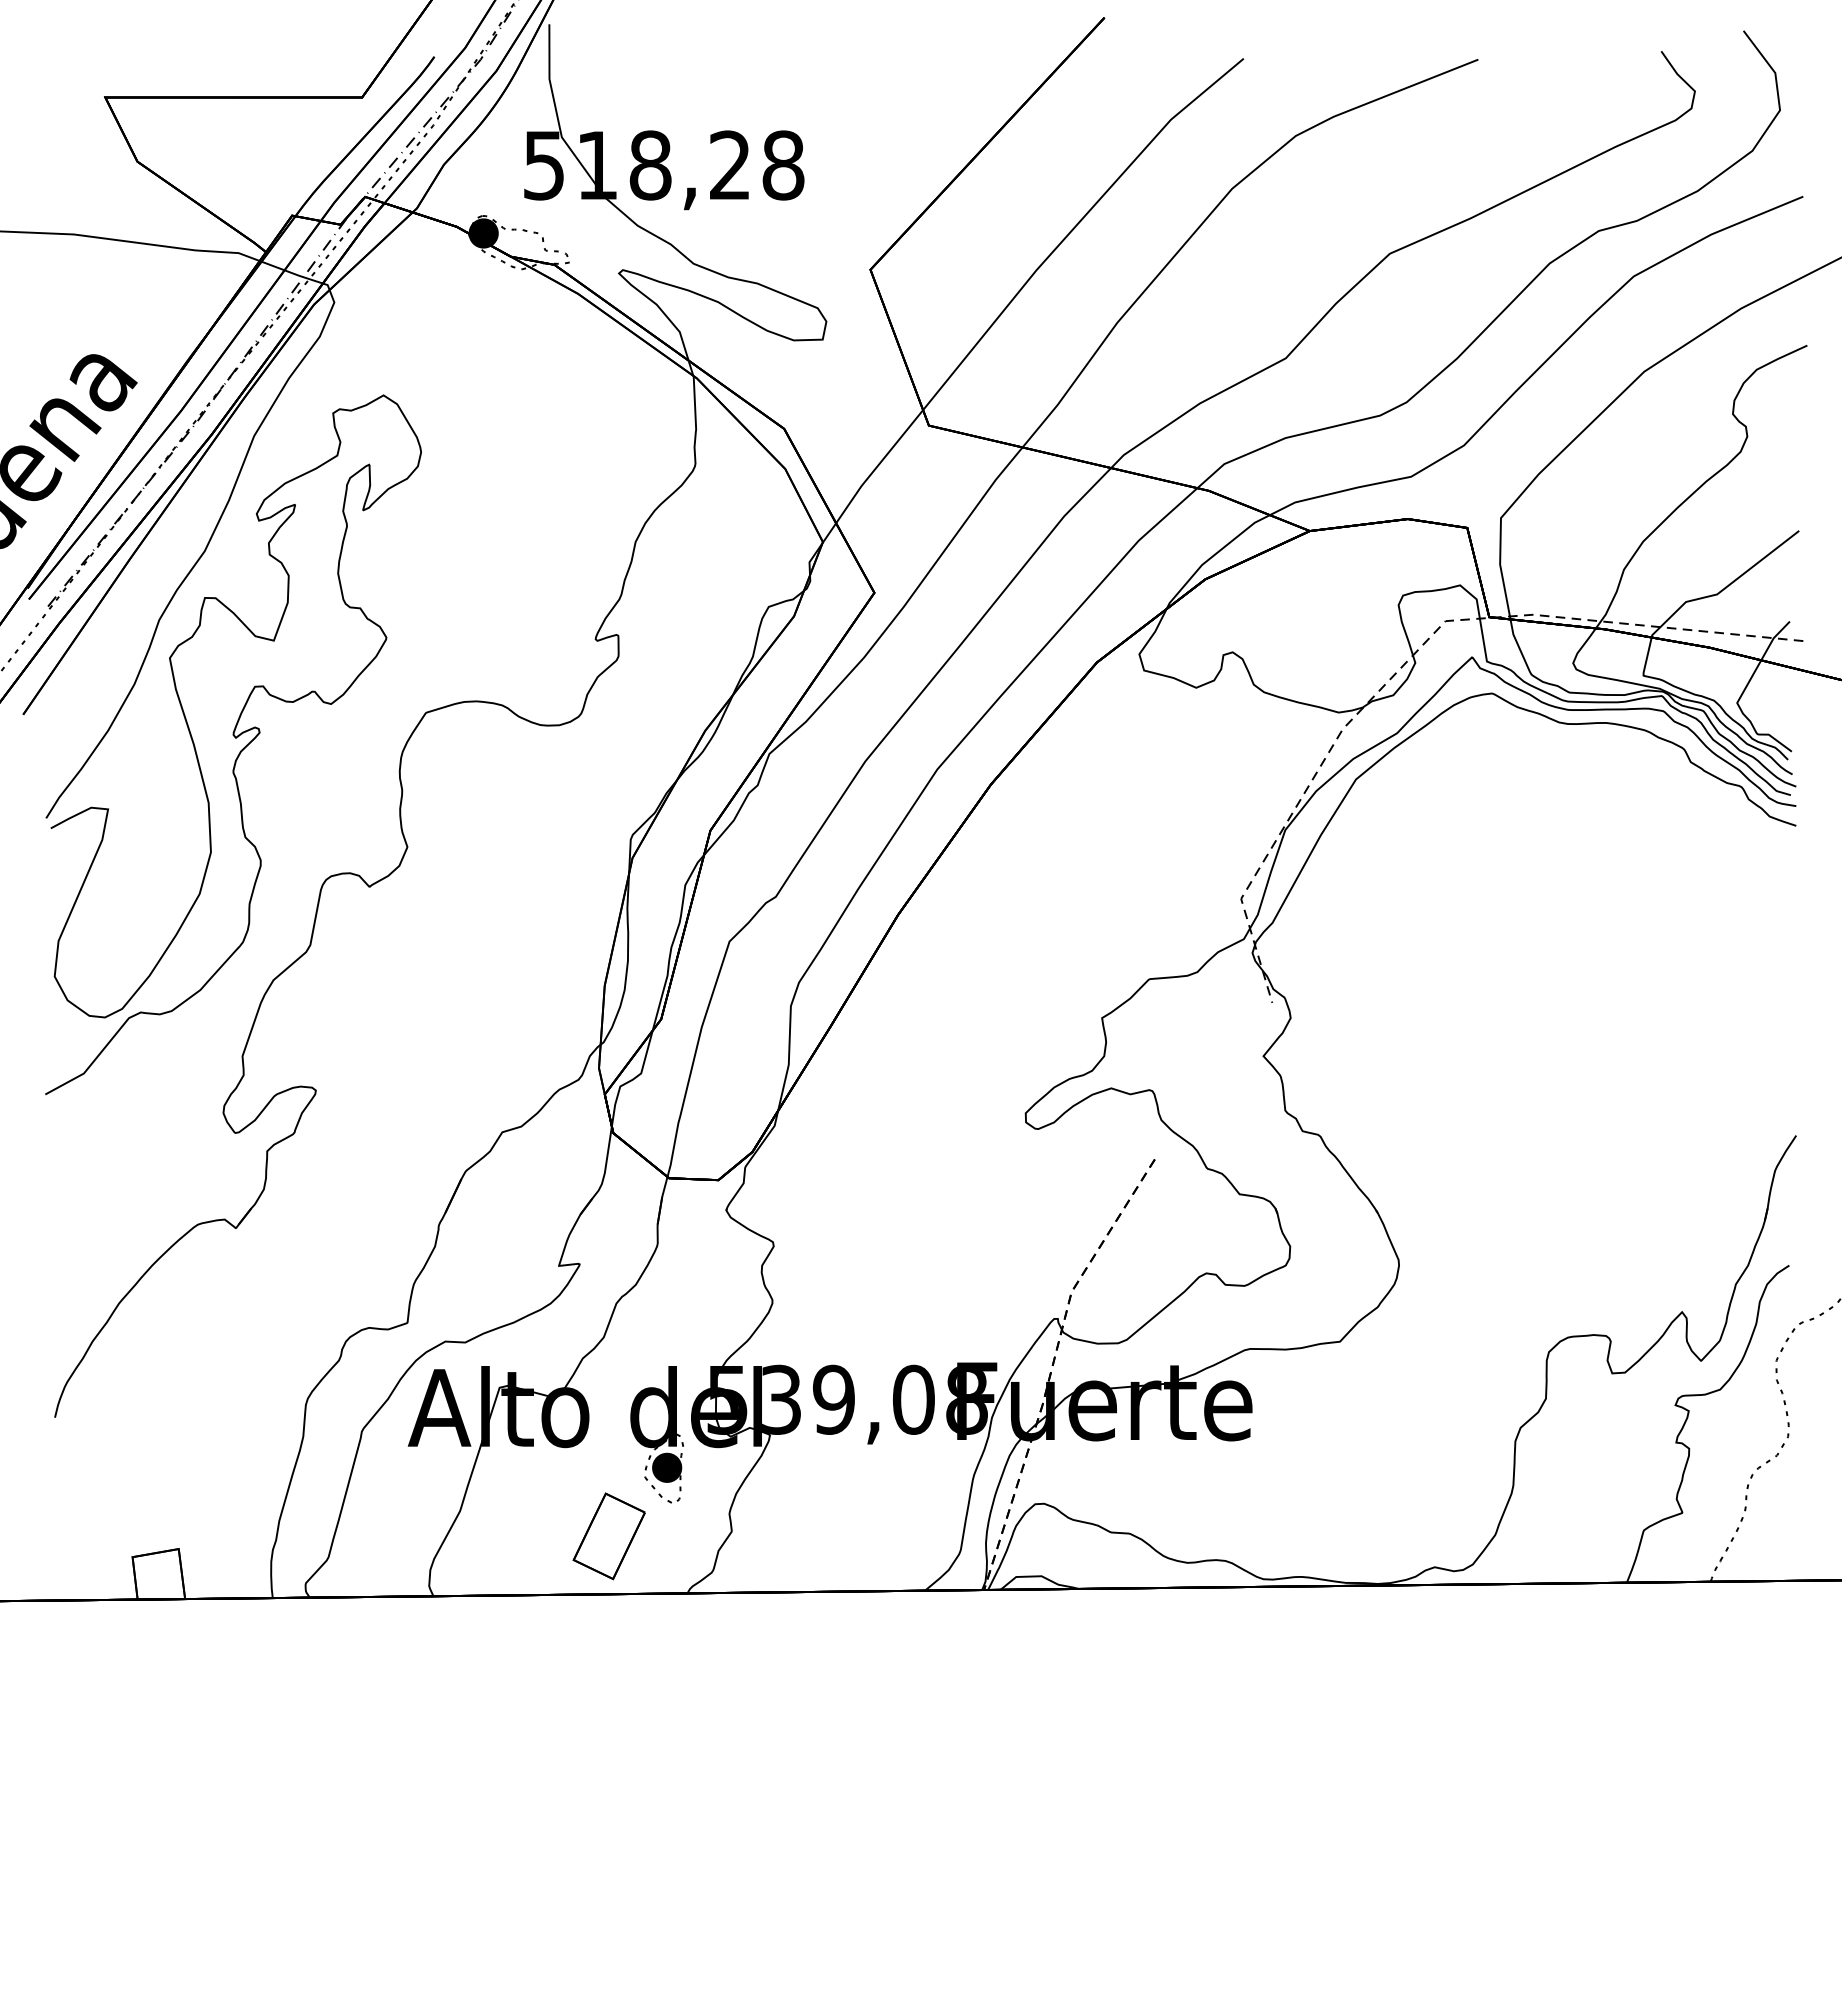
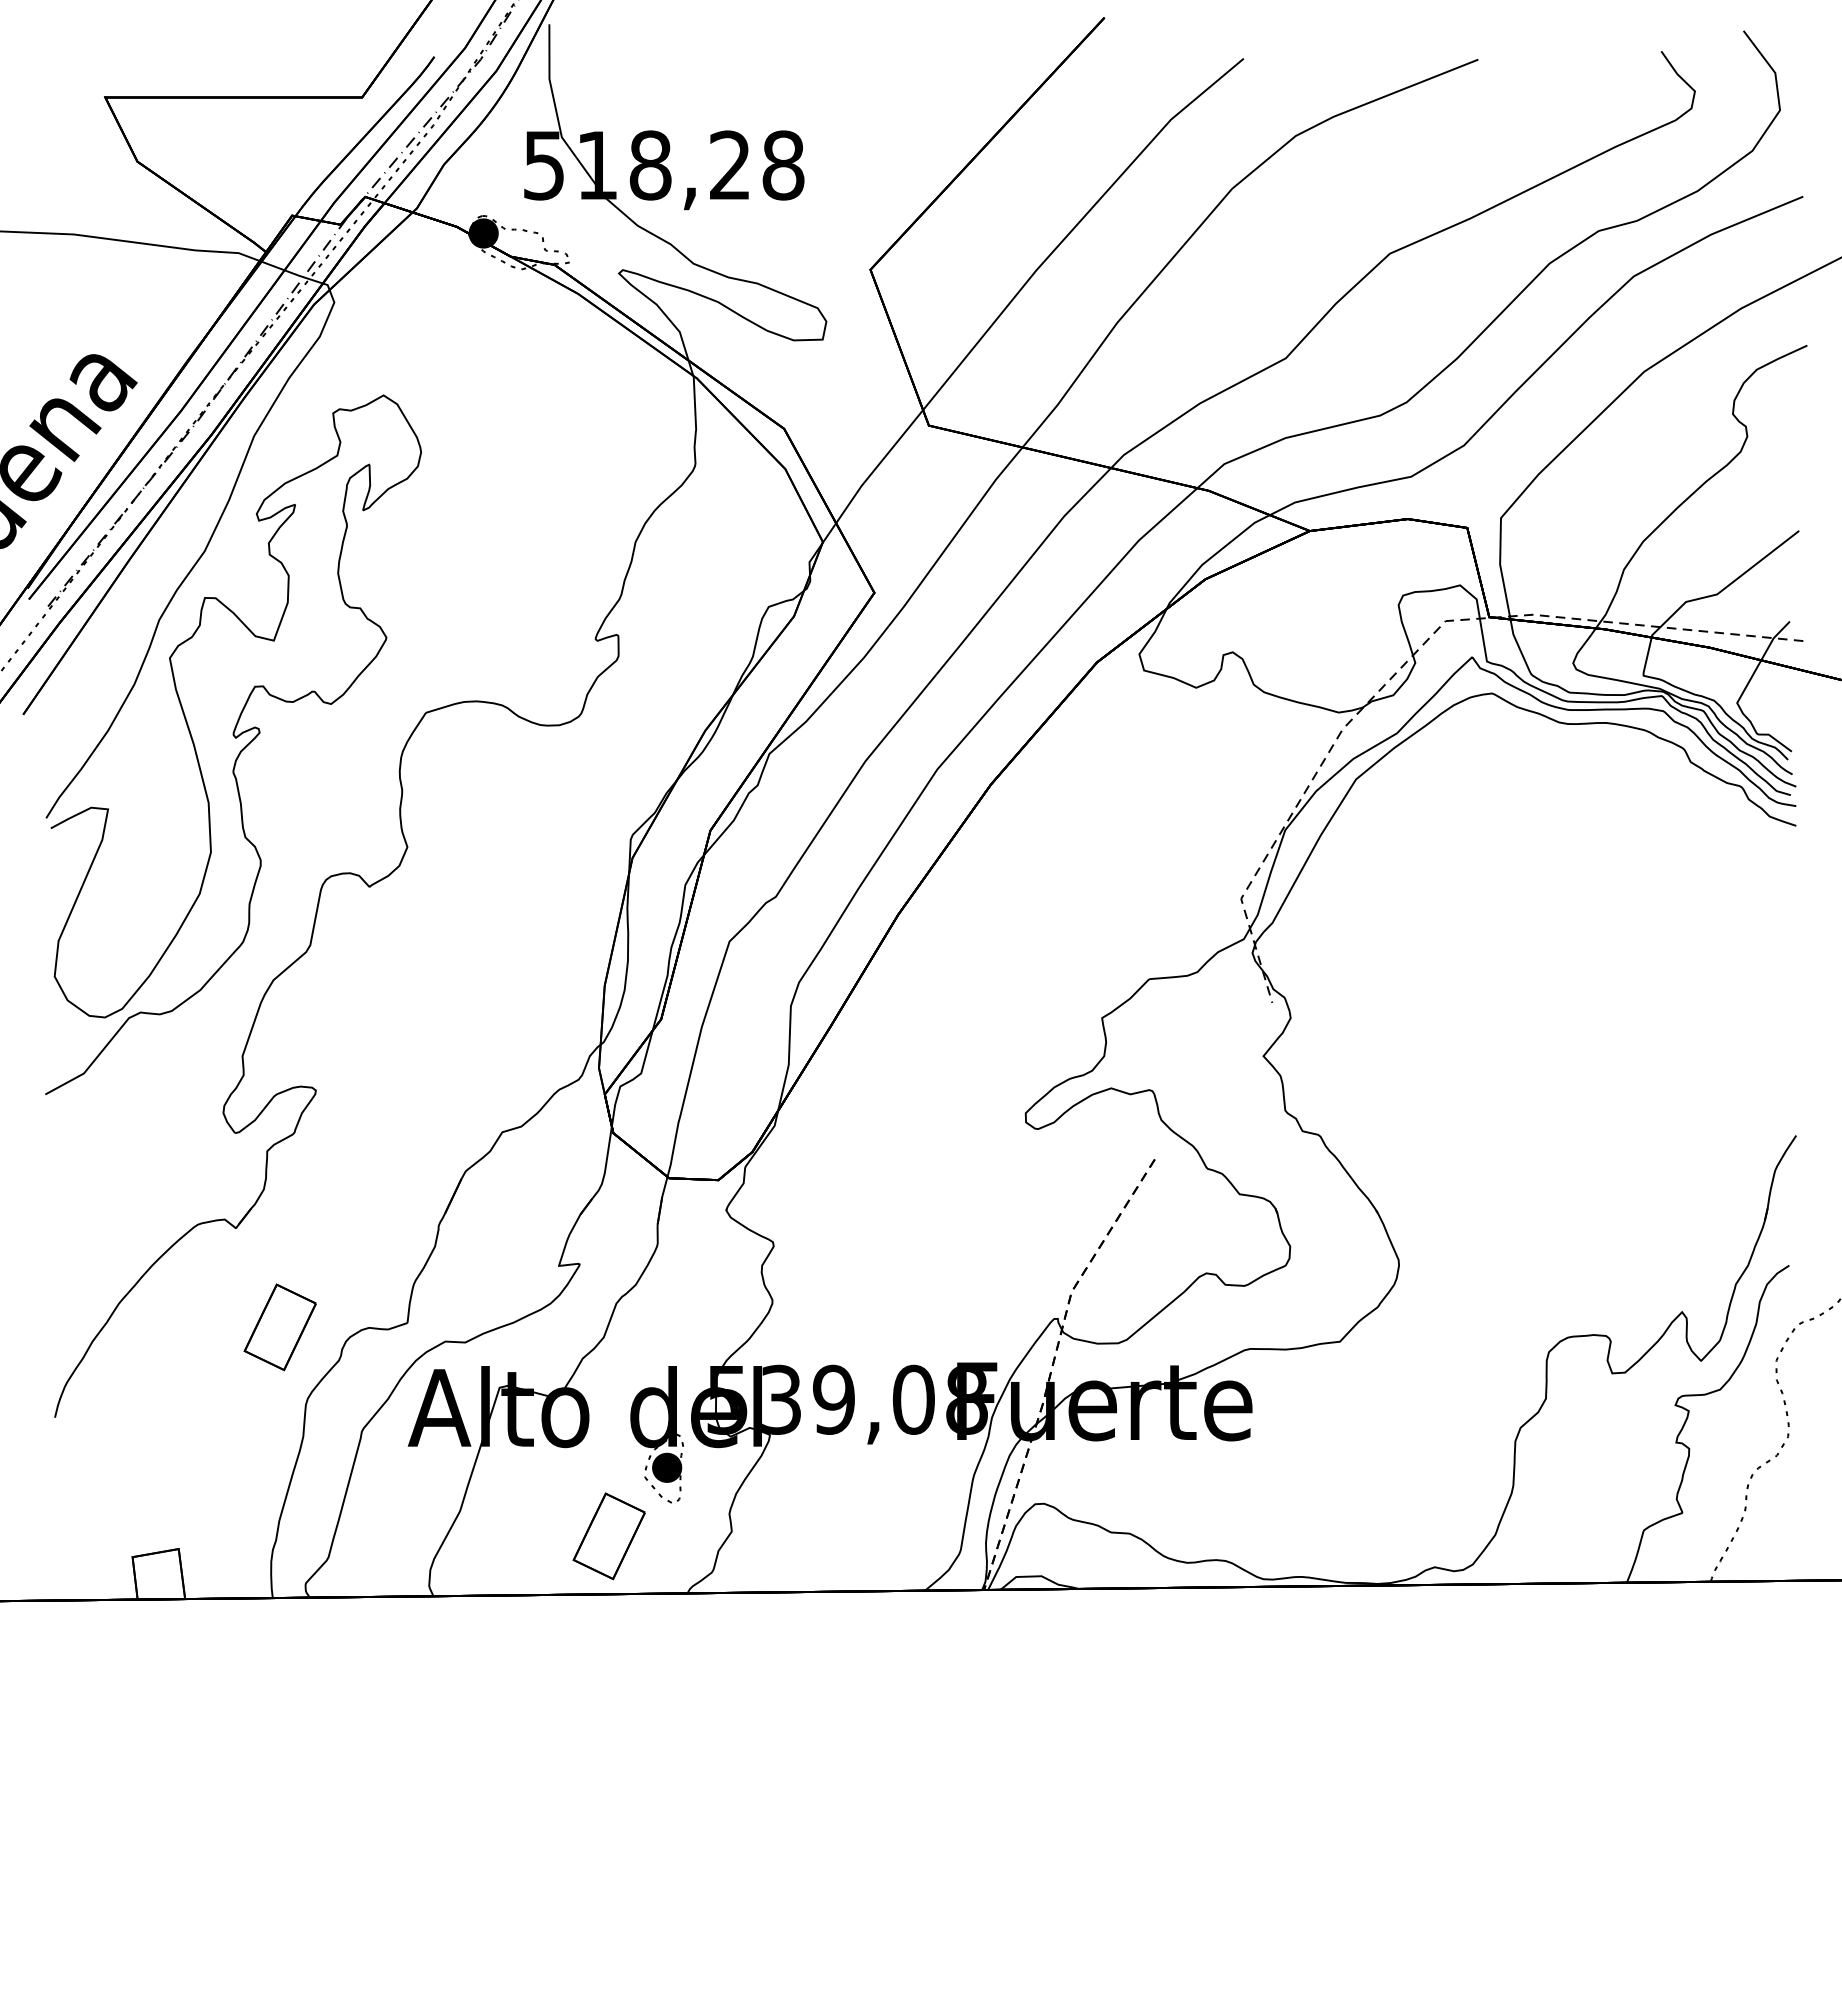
part at (279, 1327): none -> present
